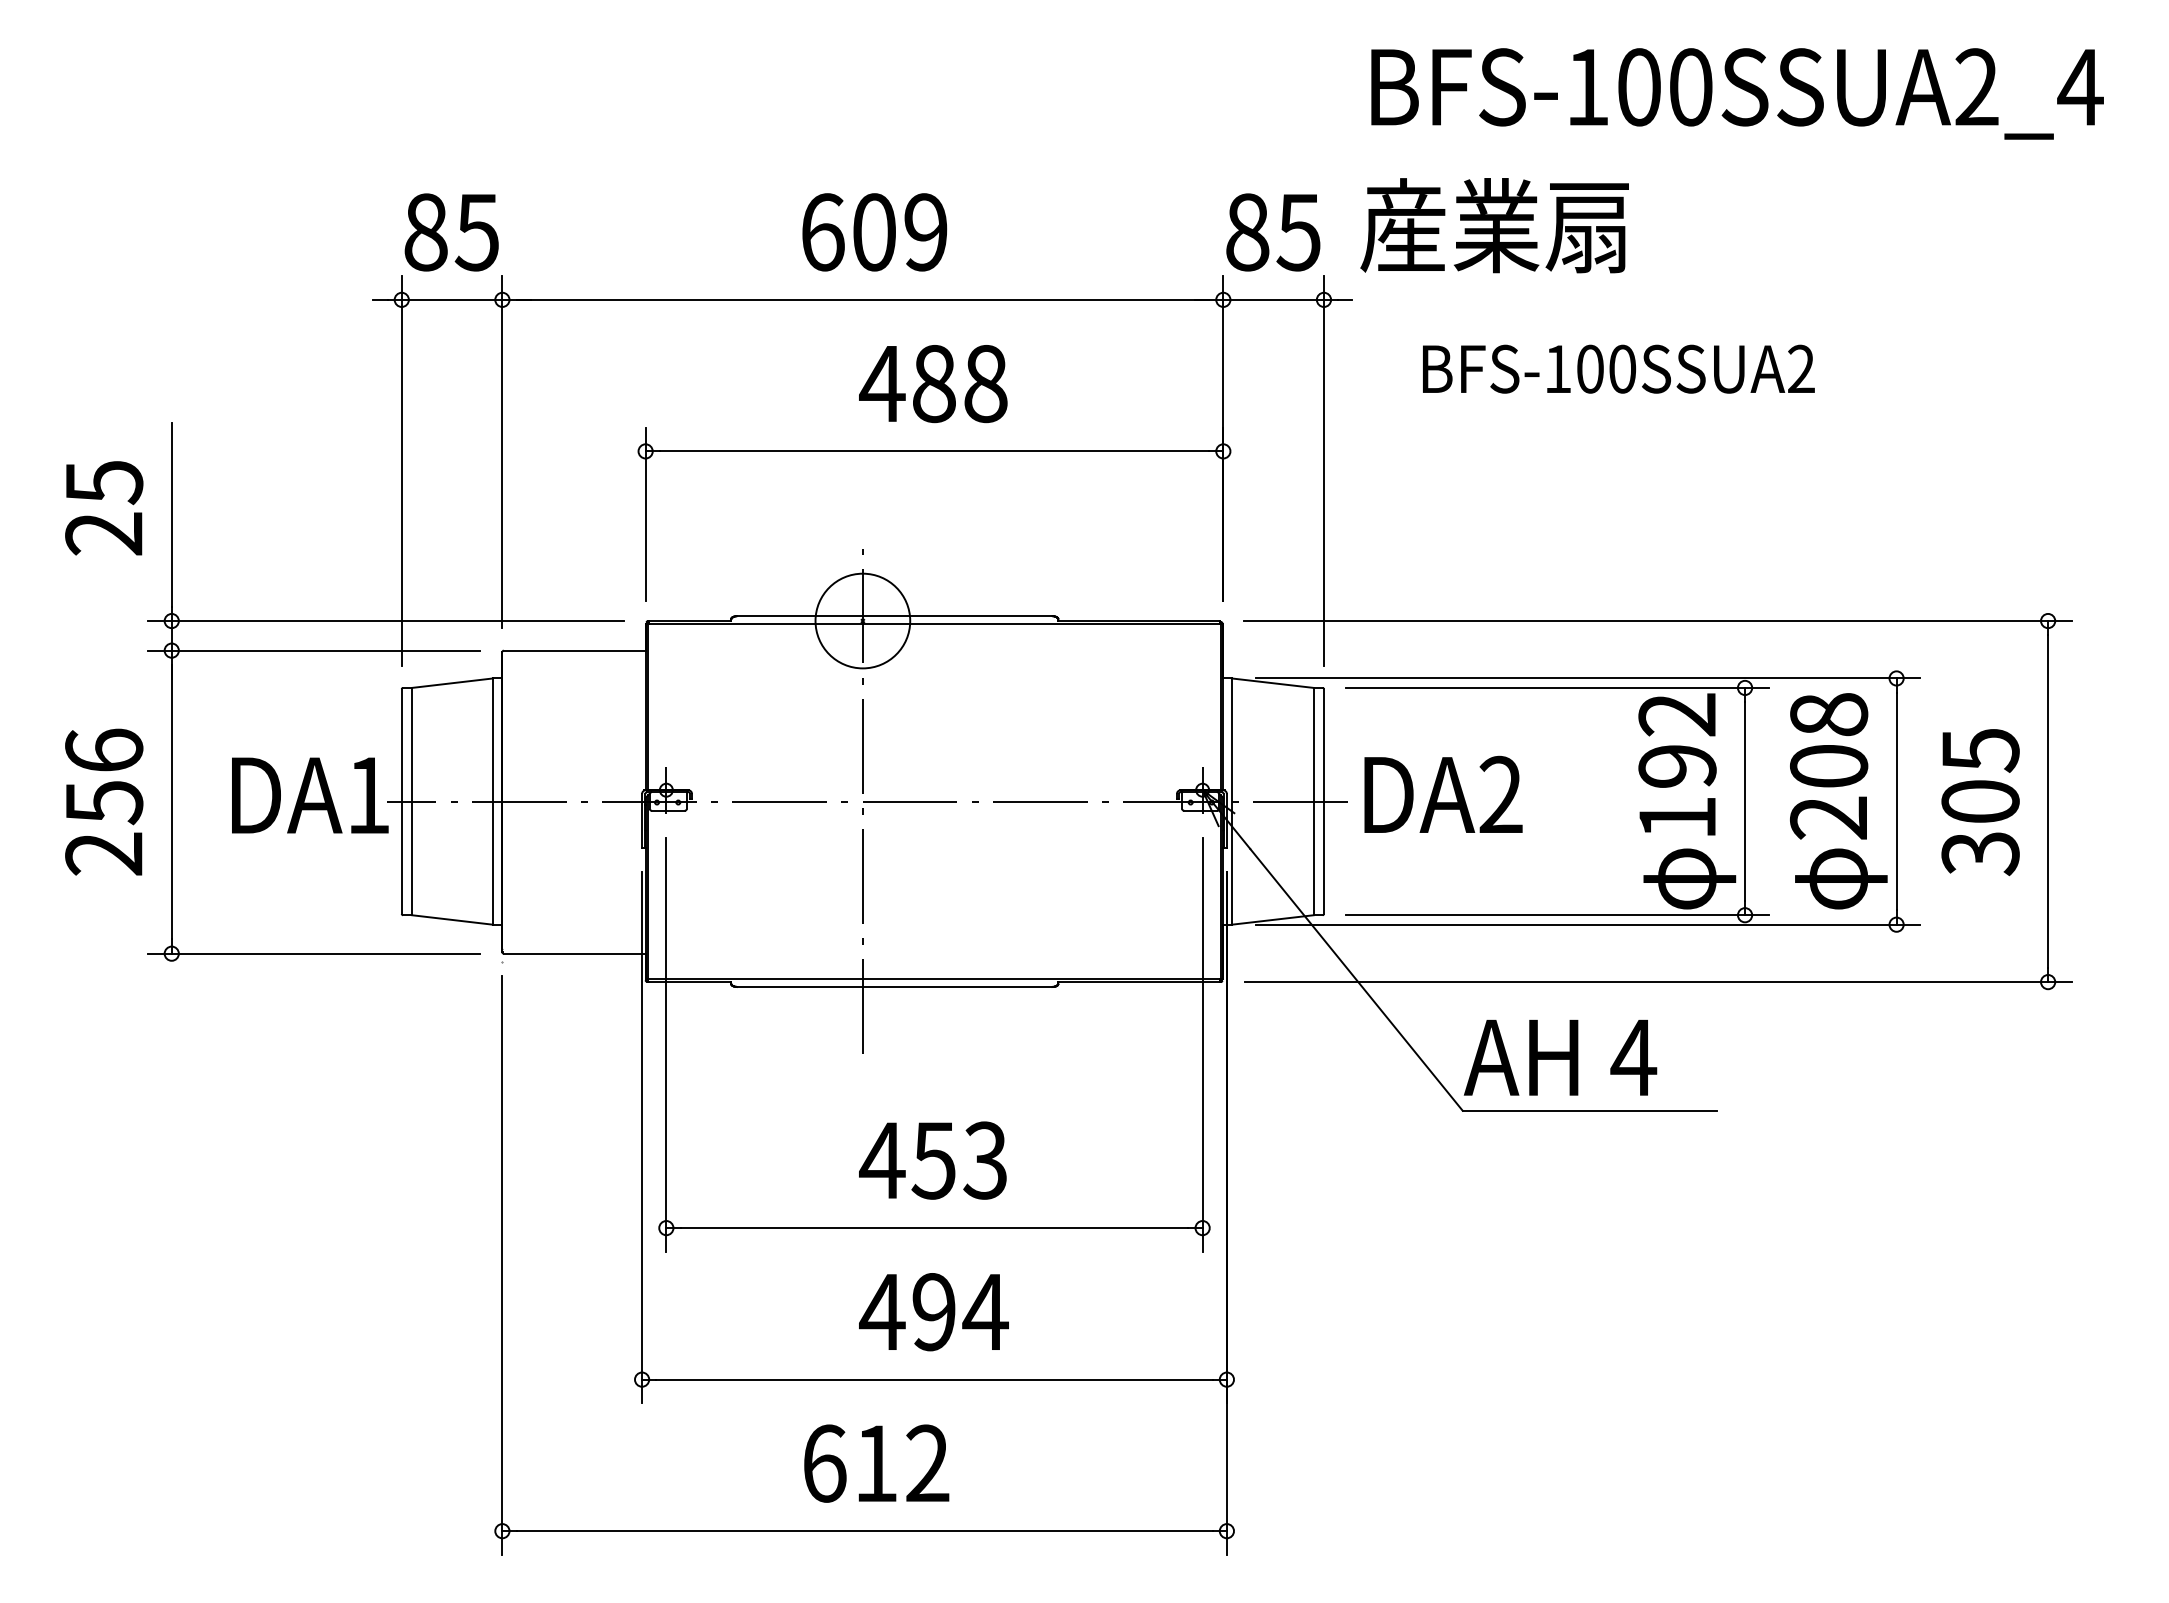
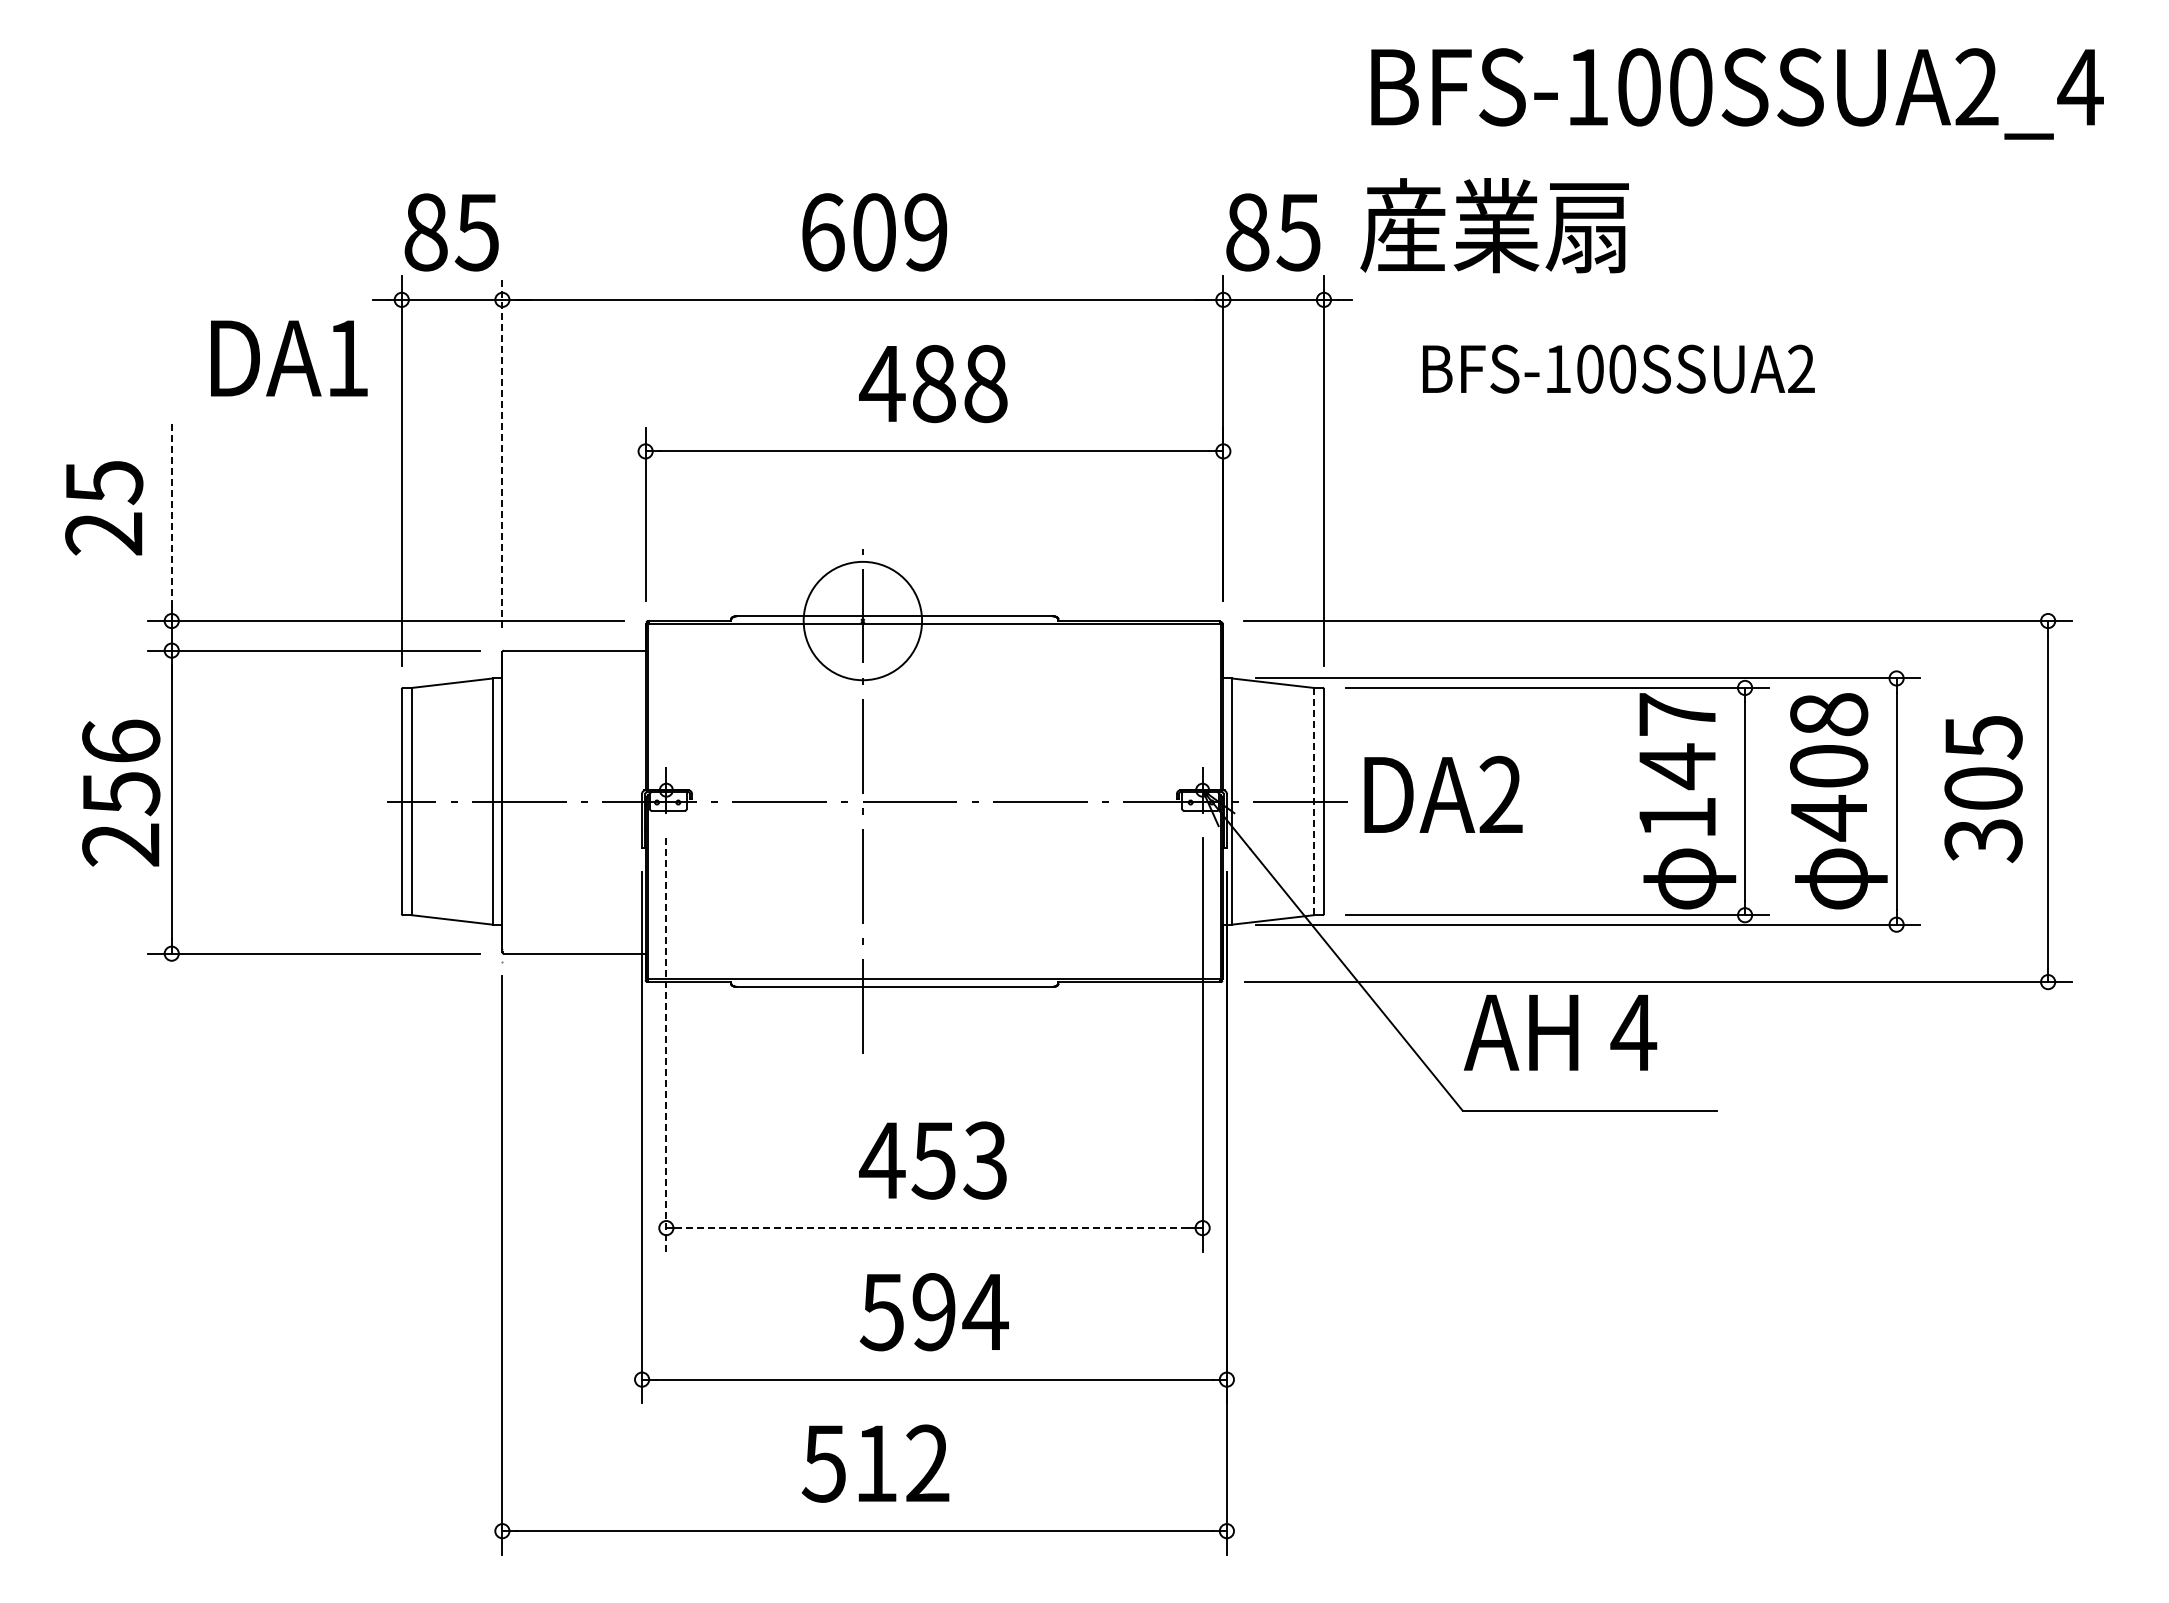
line at (502, 451): solid -> dashed
line at (171, 514): solid -> dashed
circle at (862, 620) diameter: 95 px -> 118 px
text at (1677, 741): 192 -> 147
text at (310, 795) position: (310, 795) -> (289, 358)
text at (104, 801) position: (104, 801) -> (121, 792)
line at (1313, 801): solid -> dashed
text at (1980, 802) position: (1980, 802) -> (1983, 789)
text at (1828, 818): 208 -> 408
line at (666, 1045): solid -> dashed
text at (1560, 1057) position: (1560, 1057) -> (1560, 1032)
line at (934, 1228): solid -> dashed
text at (882, 1312): 494 -> 594
text at (823, 1463): 612 -> 512
